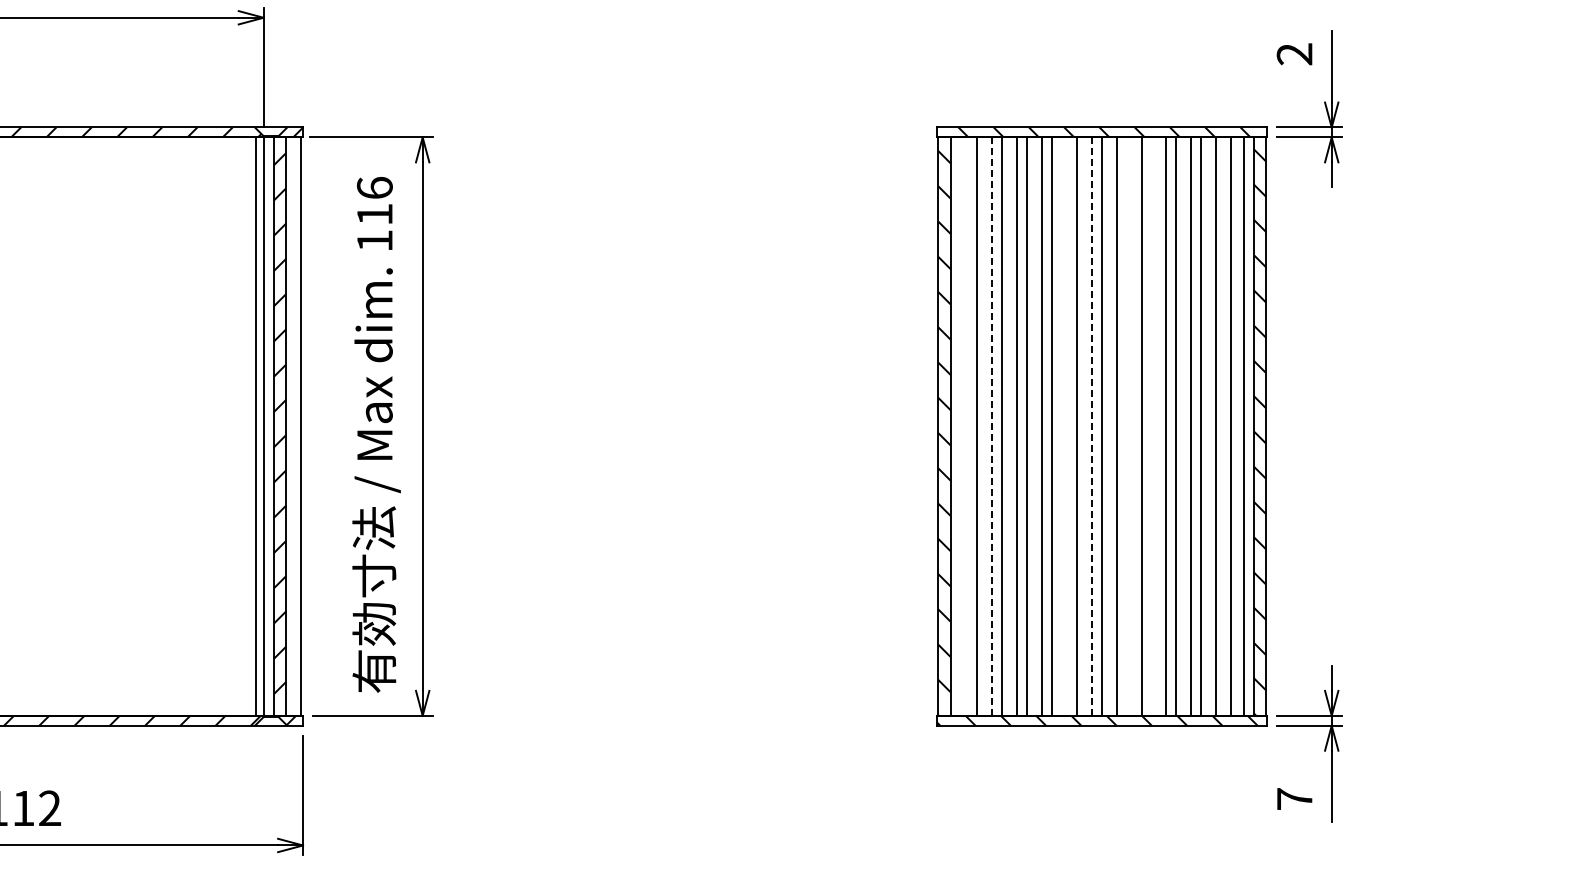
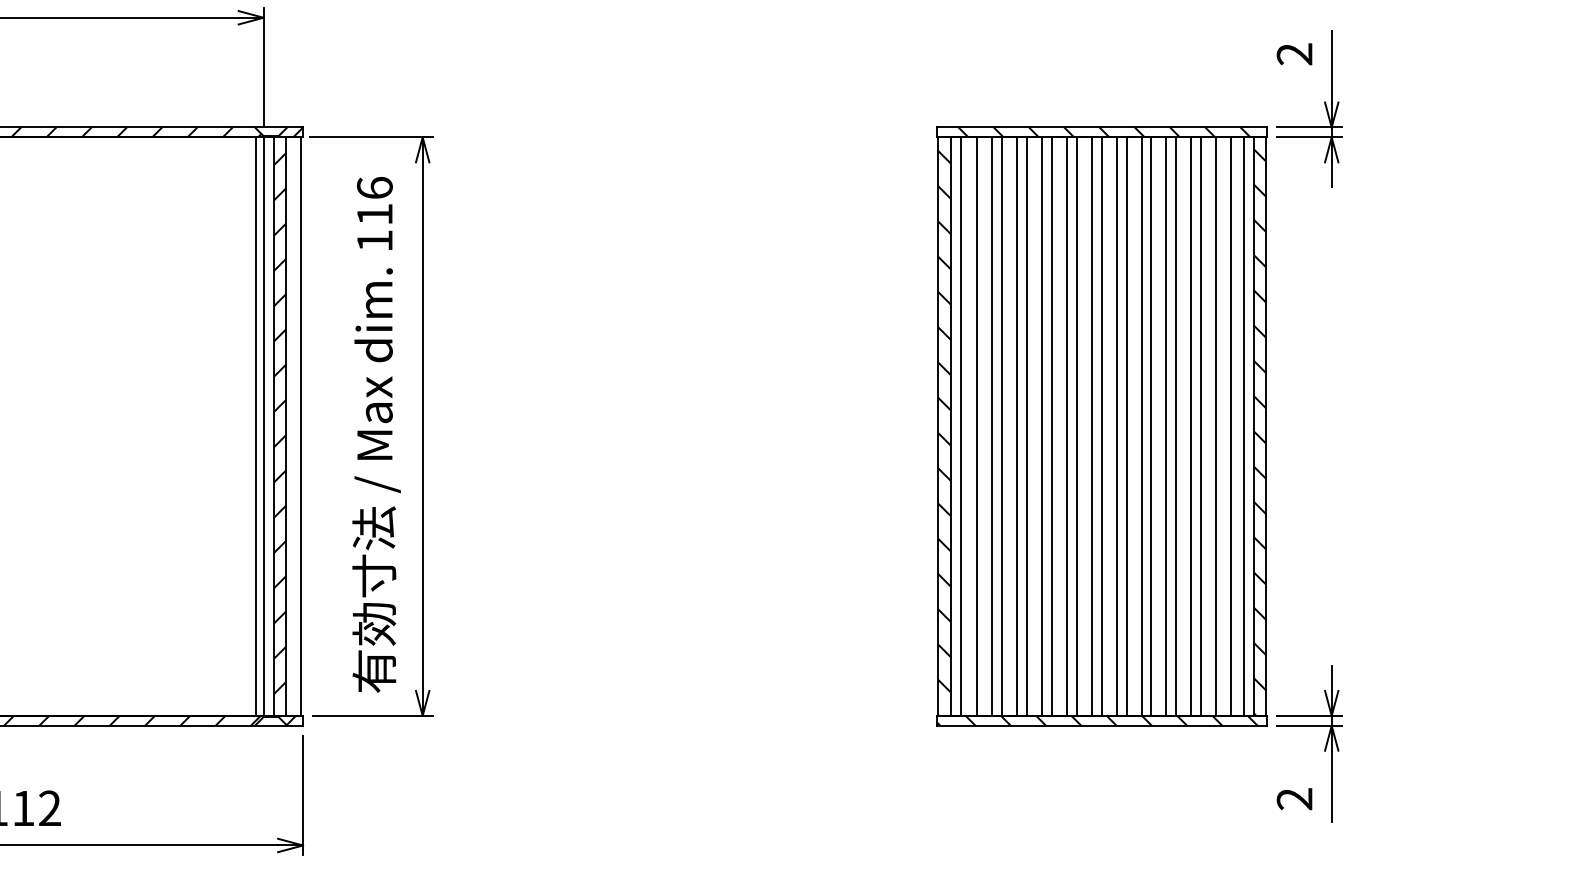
line at (960, 426): none -> present
line at (991, 426): dashed -> solid
line at (1066, 426): none -> present
line at (1091, 426): dashed -> solid
line at (1126, 426): none -> present
line at (1151, 426): none -> present
text at (1294, 799): 7 -> 2
